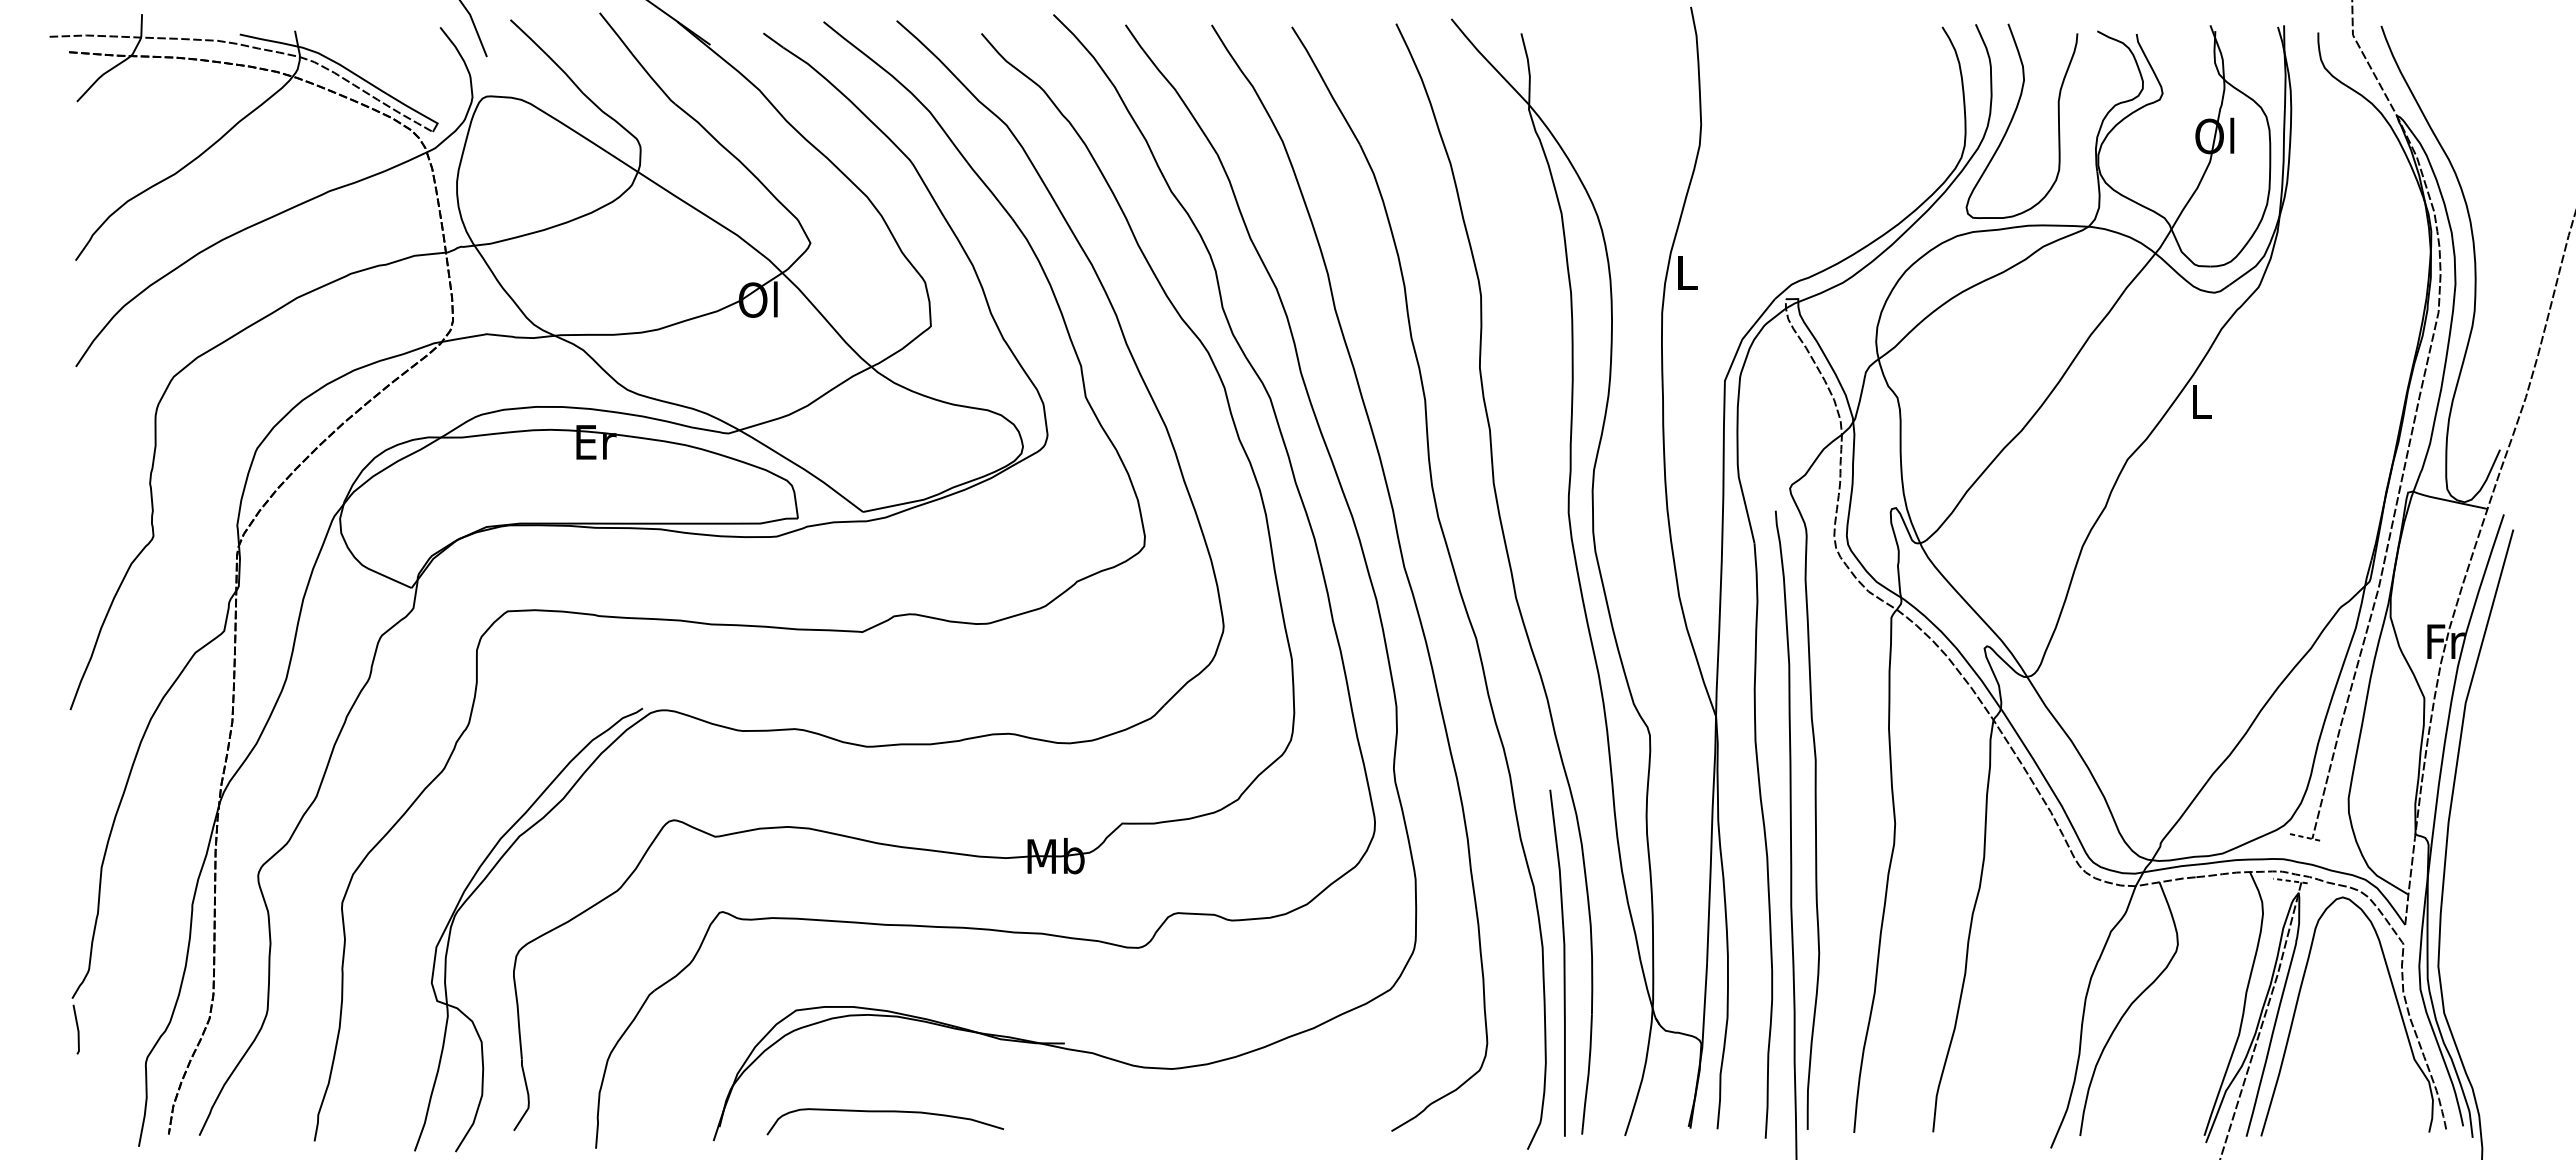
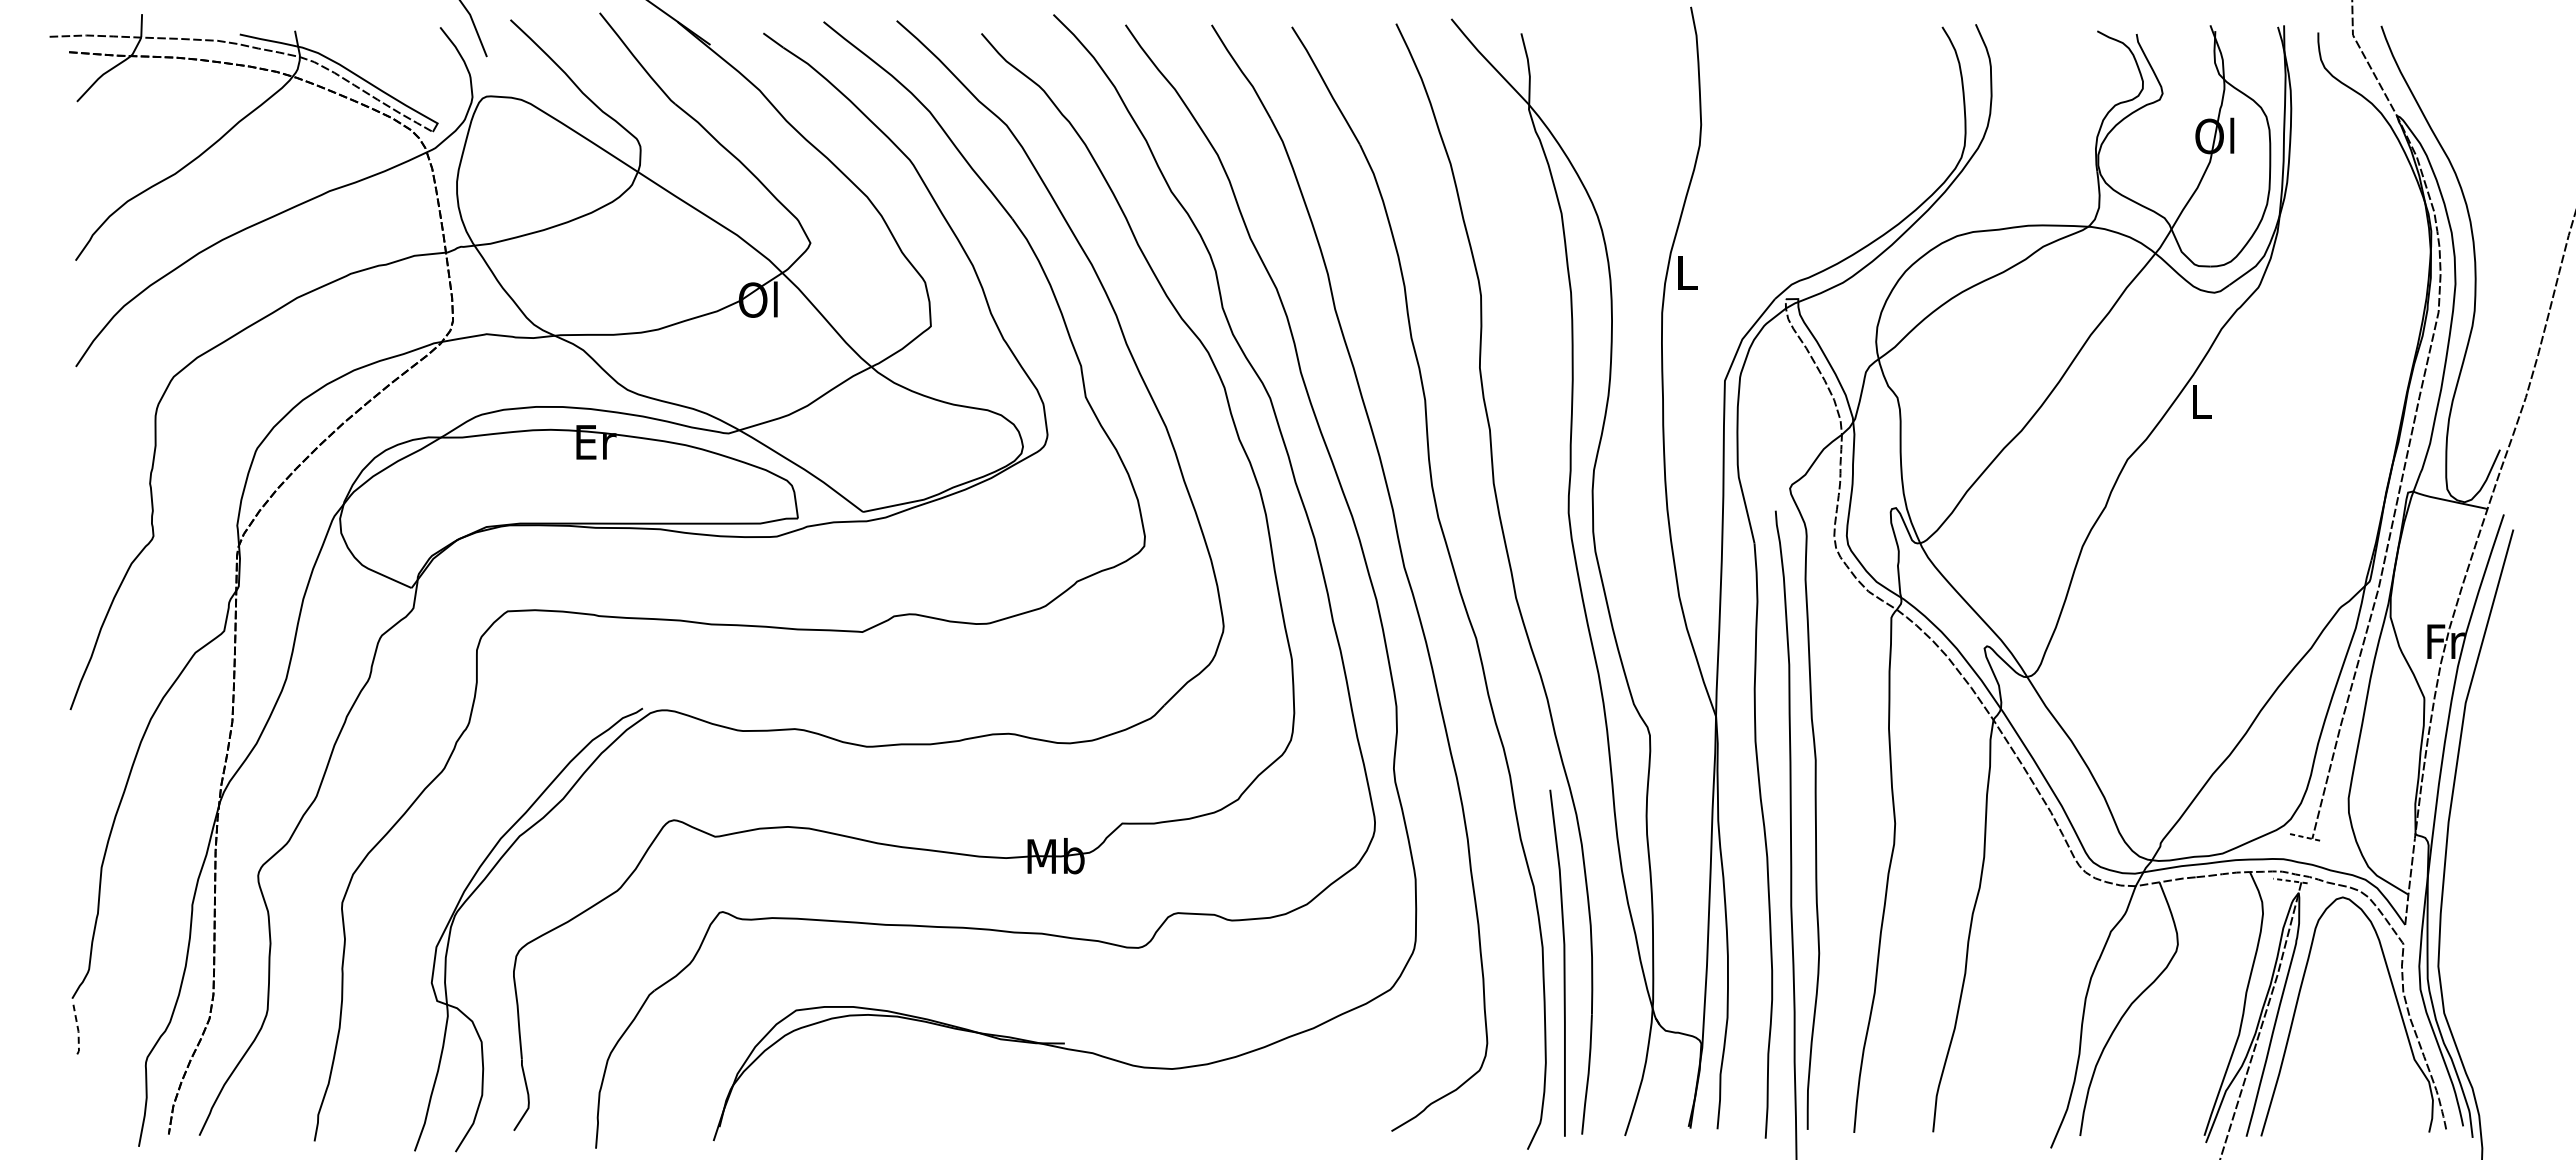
curve at (2014, 116): present -> none
line at (78, 1030): solid -> dashed
curve at (884, 1112): present -> none
